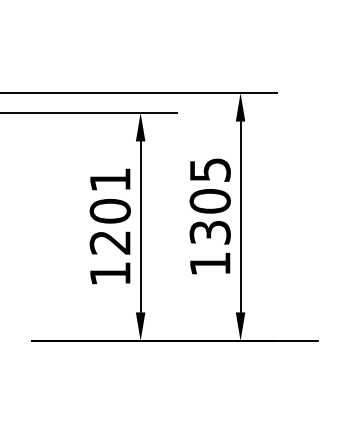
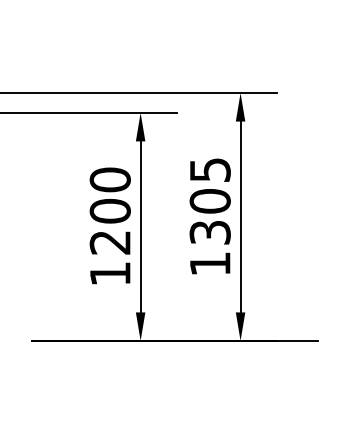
text at (109, 179): 1201 -> 1200
